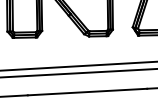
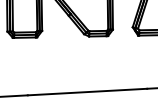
line at (78, 65): present -> none
line at (78, 73): present -> none
